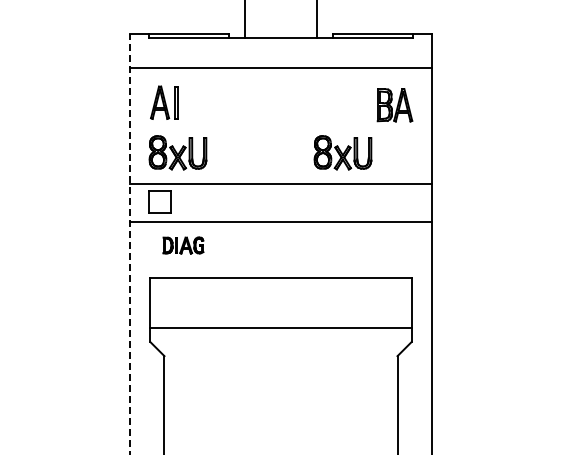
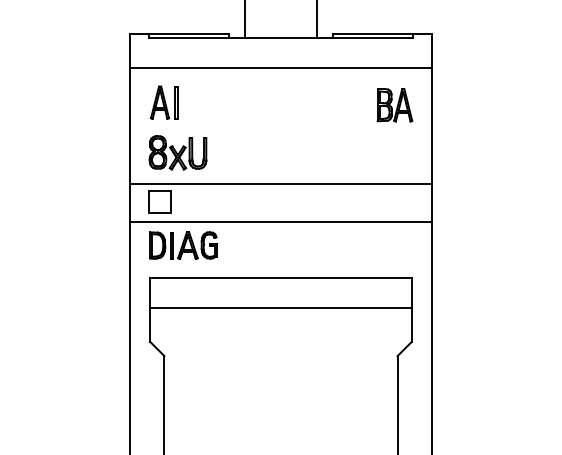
part at (342, 152): present -> none
line at (130, 243): dashed -> solid
part at (183, 245) size: 43x19 px -> 69x29 px
line at (280, 327) position: (280, 327) -> (280, 307)
